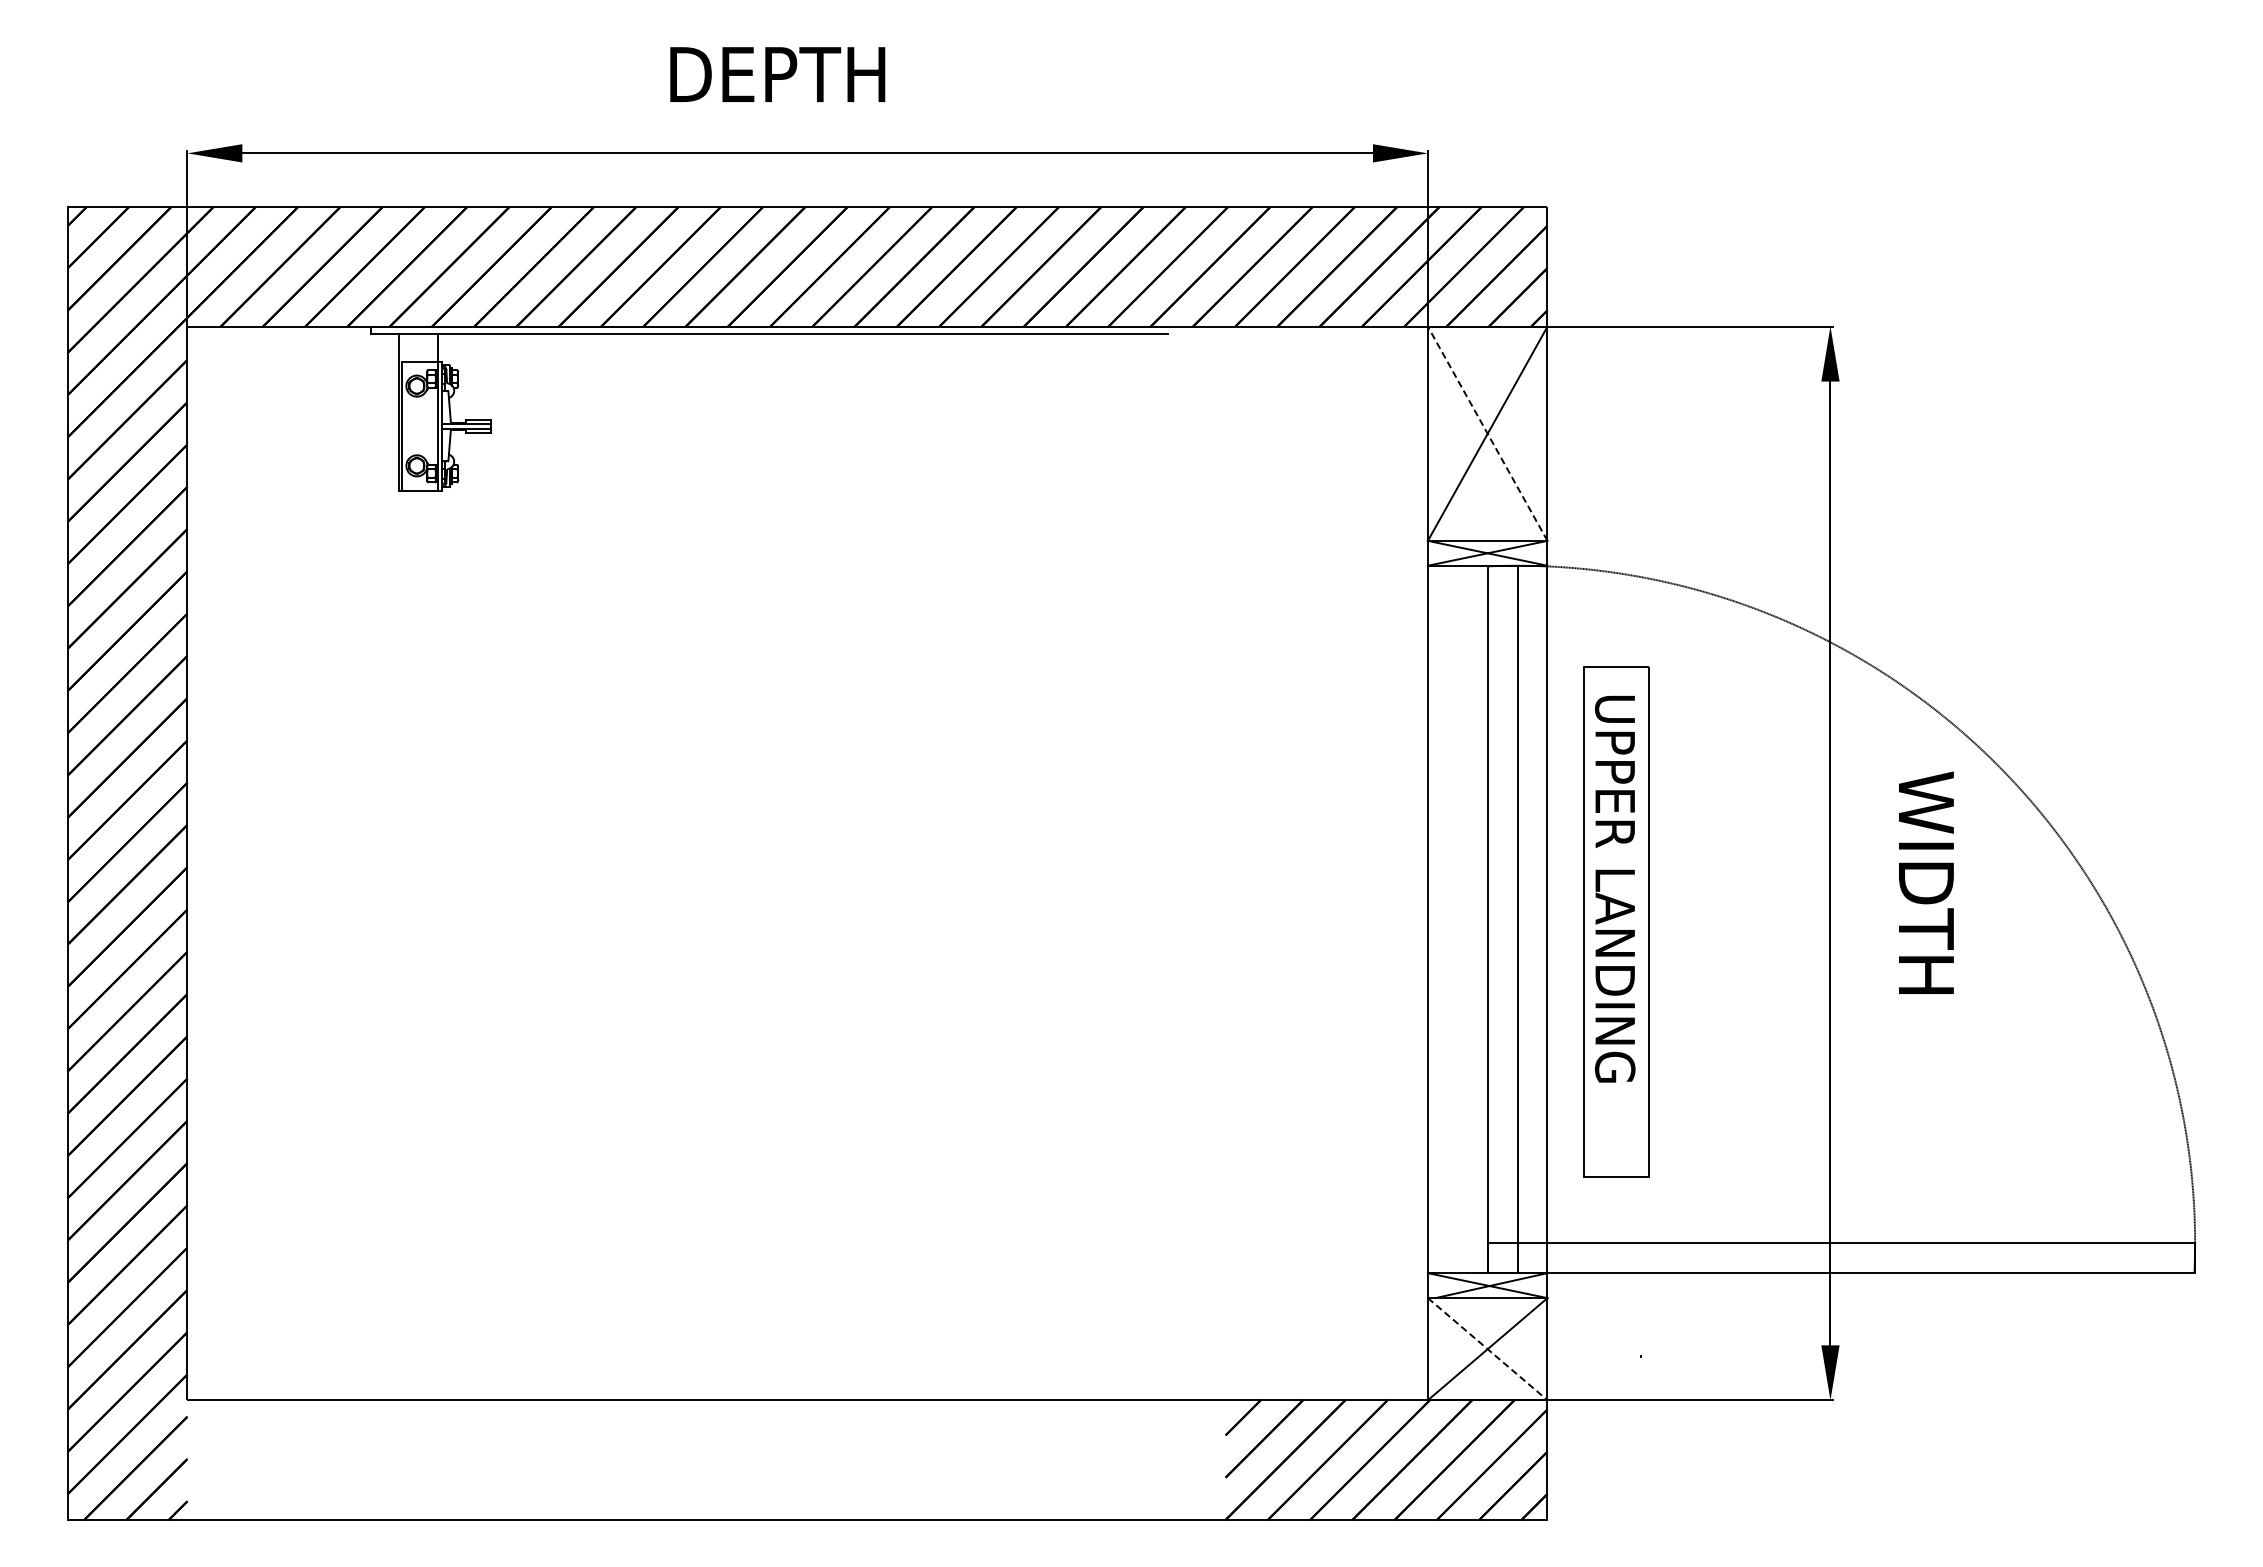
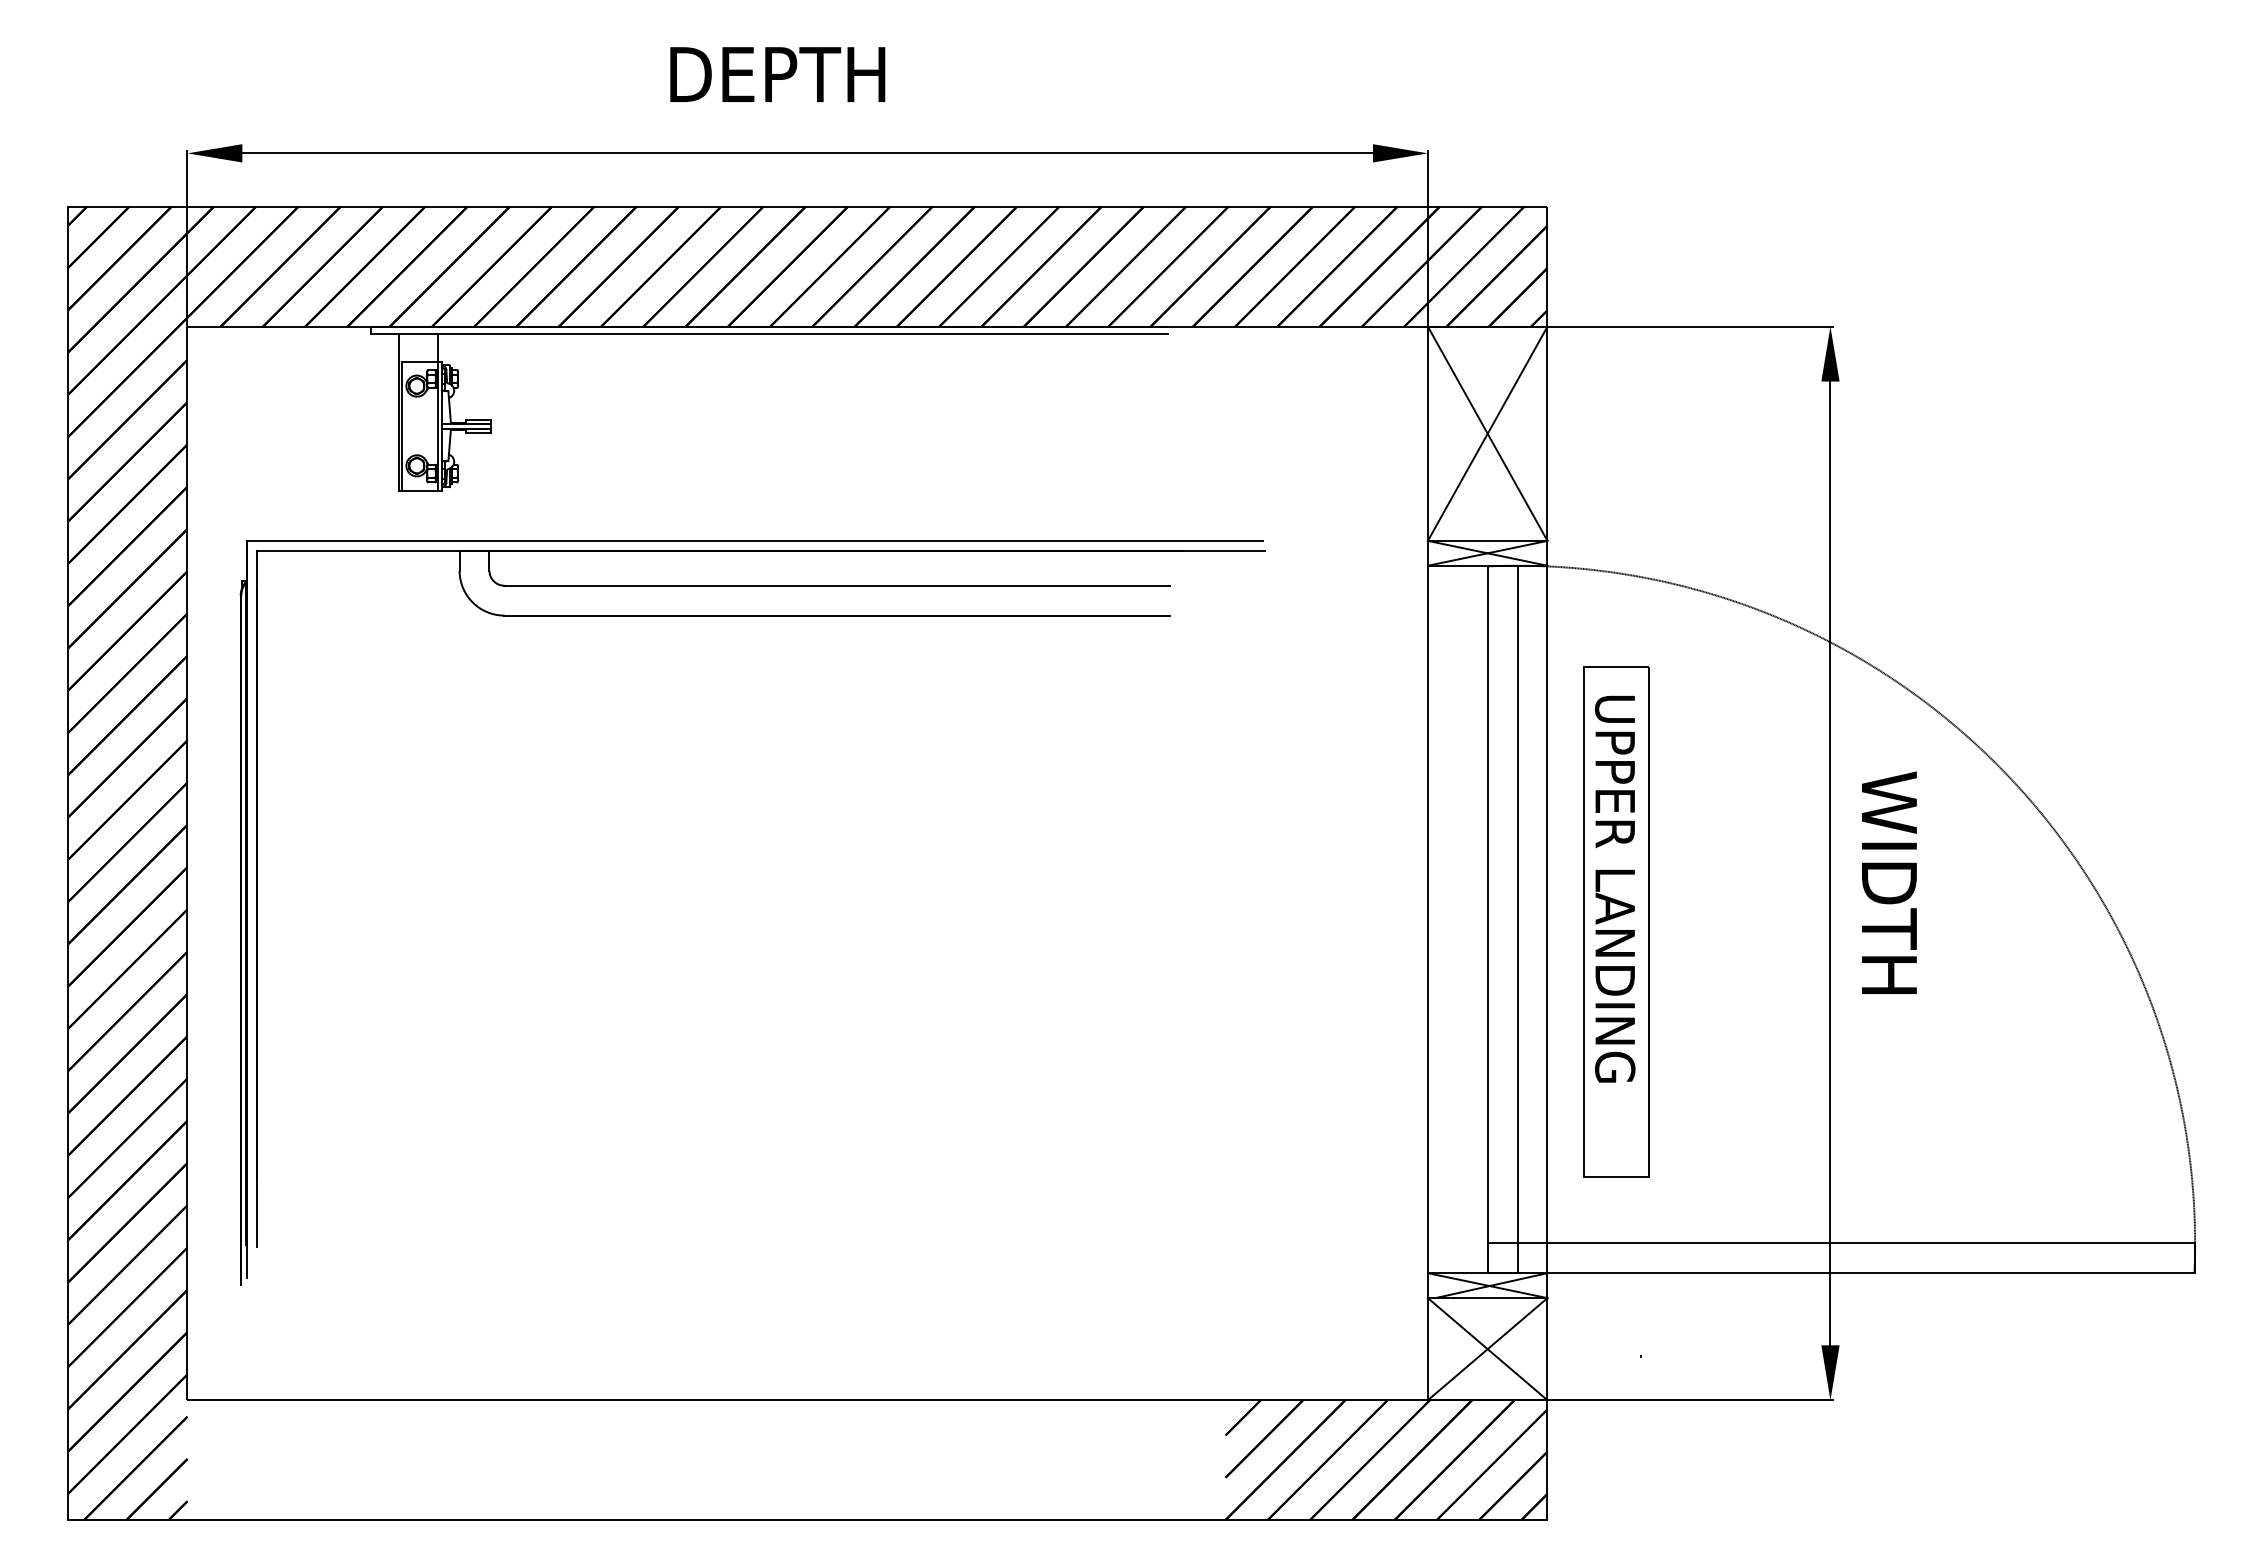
line at (1487, 433): dashed -> solid
part at (752, 616): none -> present
text at (1926, 882) position: (1926, 882) -> (1889, 882)
line at (1487, 1349): dashed -> solid
